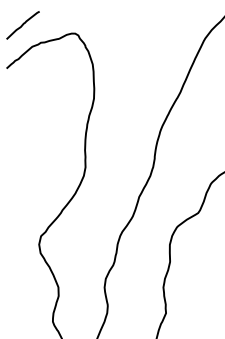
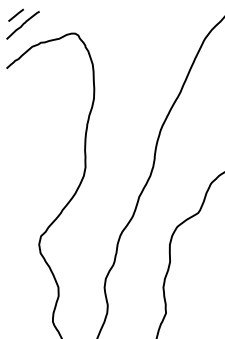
line at (15, 14): none -> present
